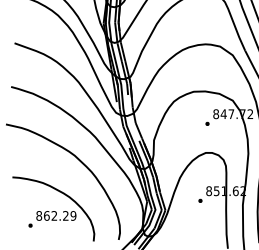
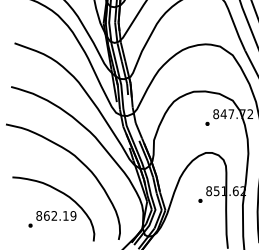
text at (65, 215): 862.29 -> 862.19
